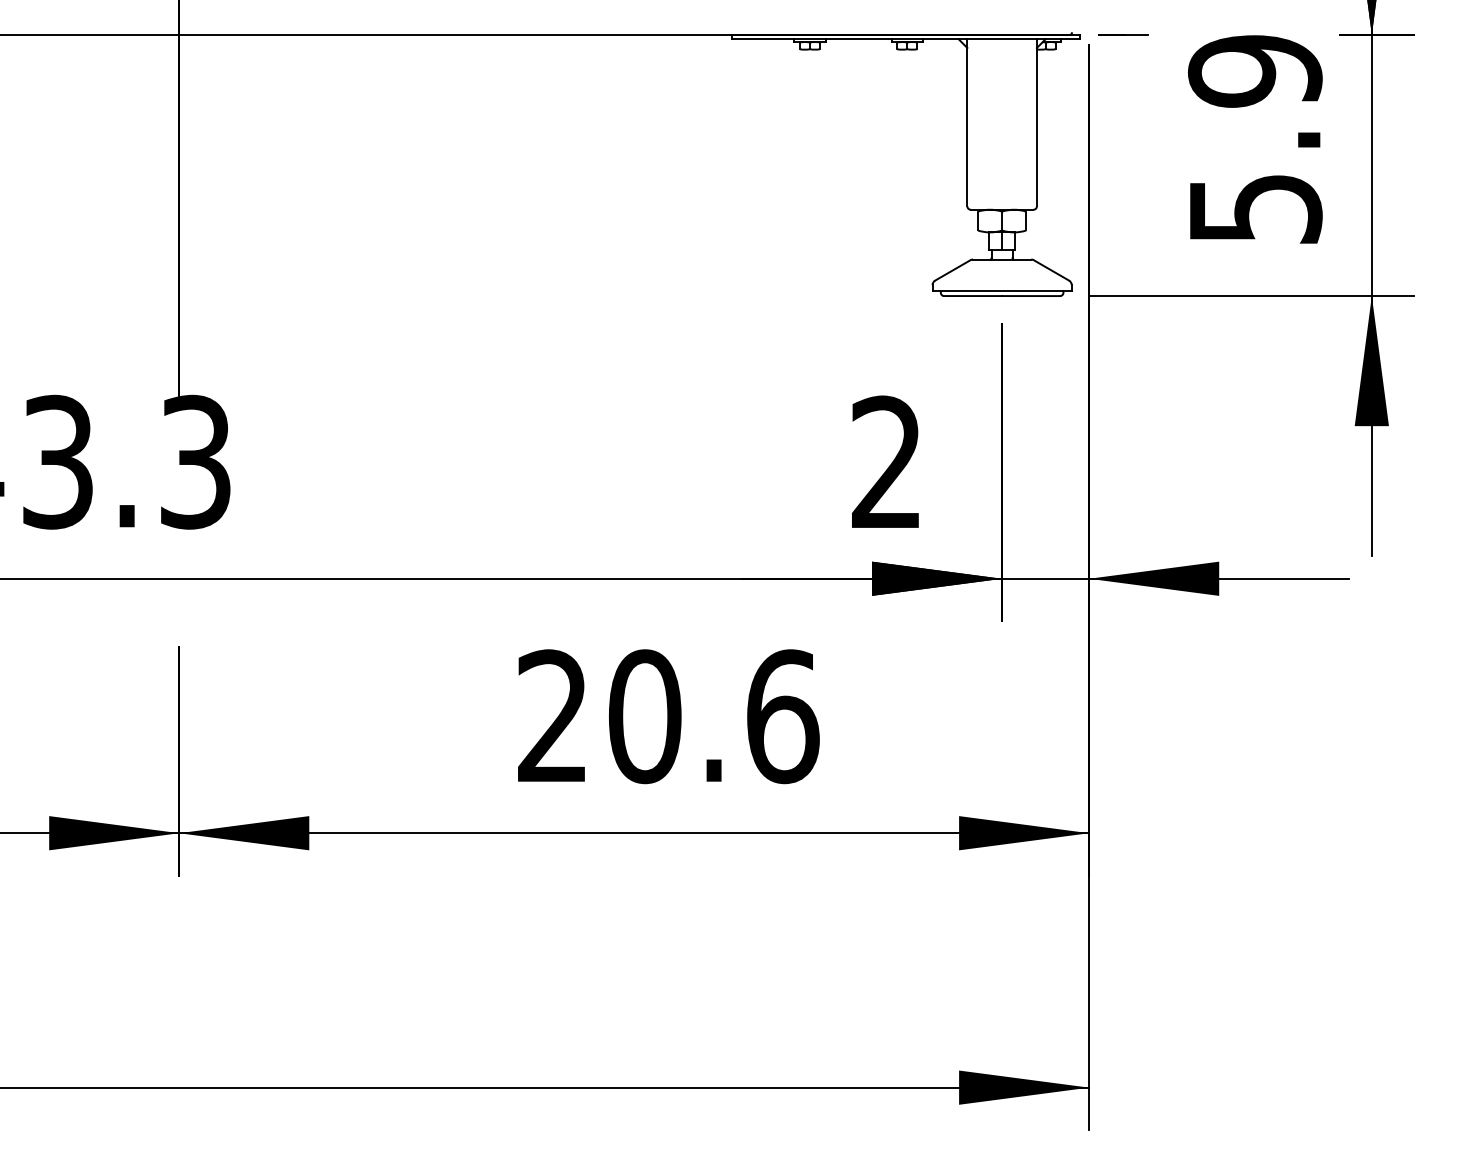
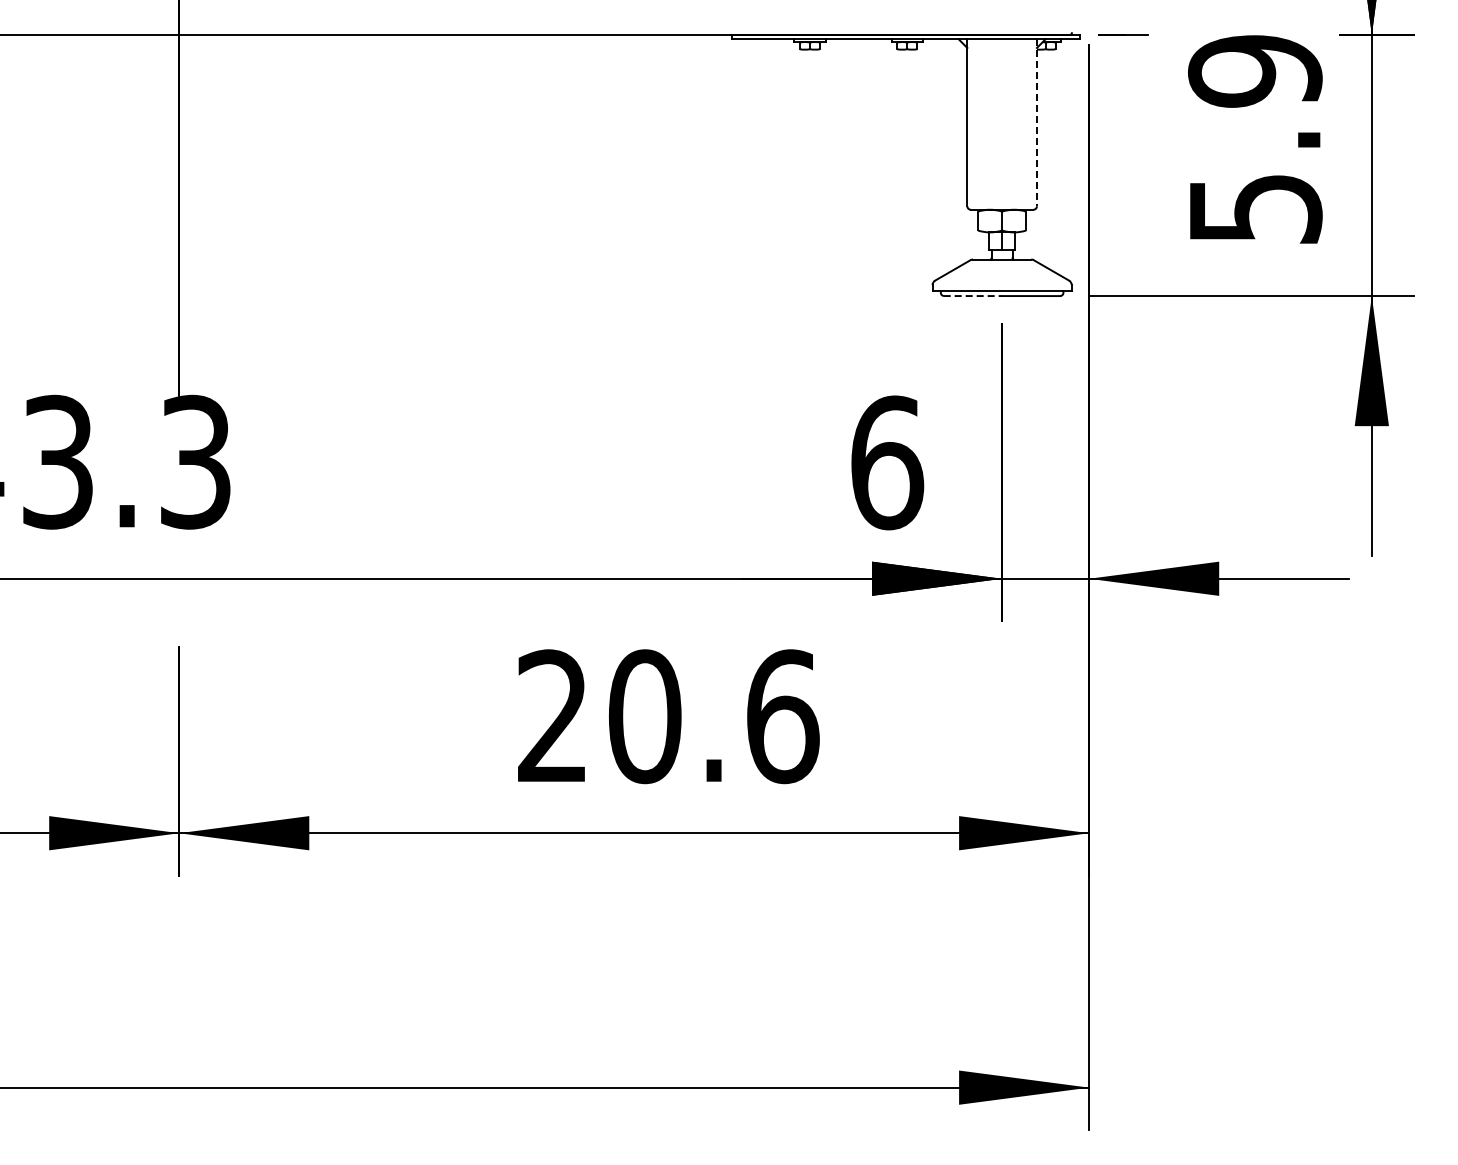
line at (1036, 122): solid -> dashed
line at (973, 296): solid -> dashed
text at (887, 462): 2 -> 6
